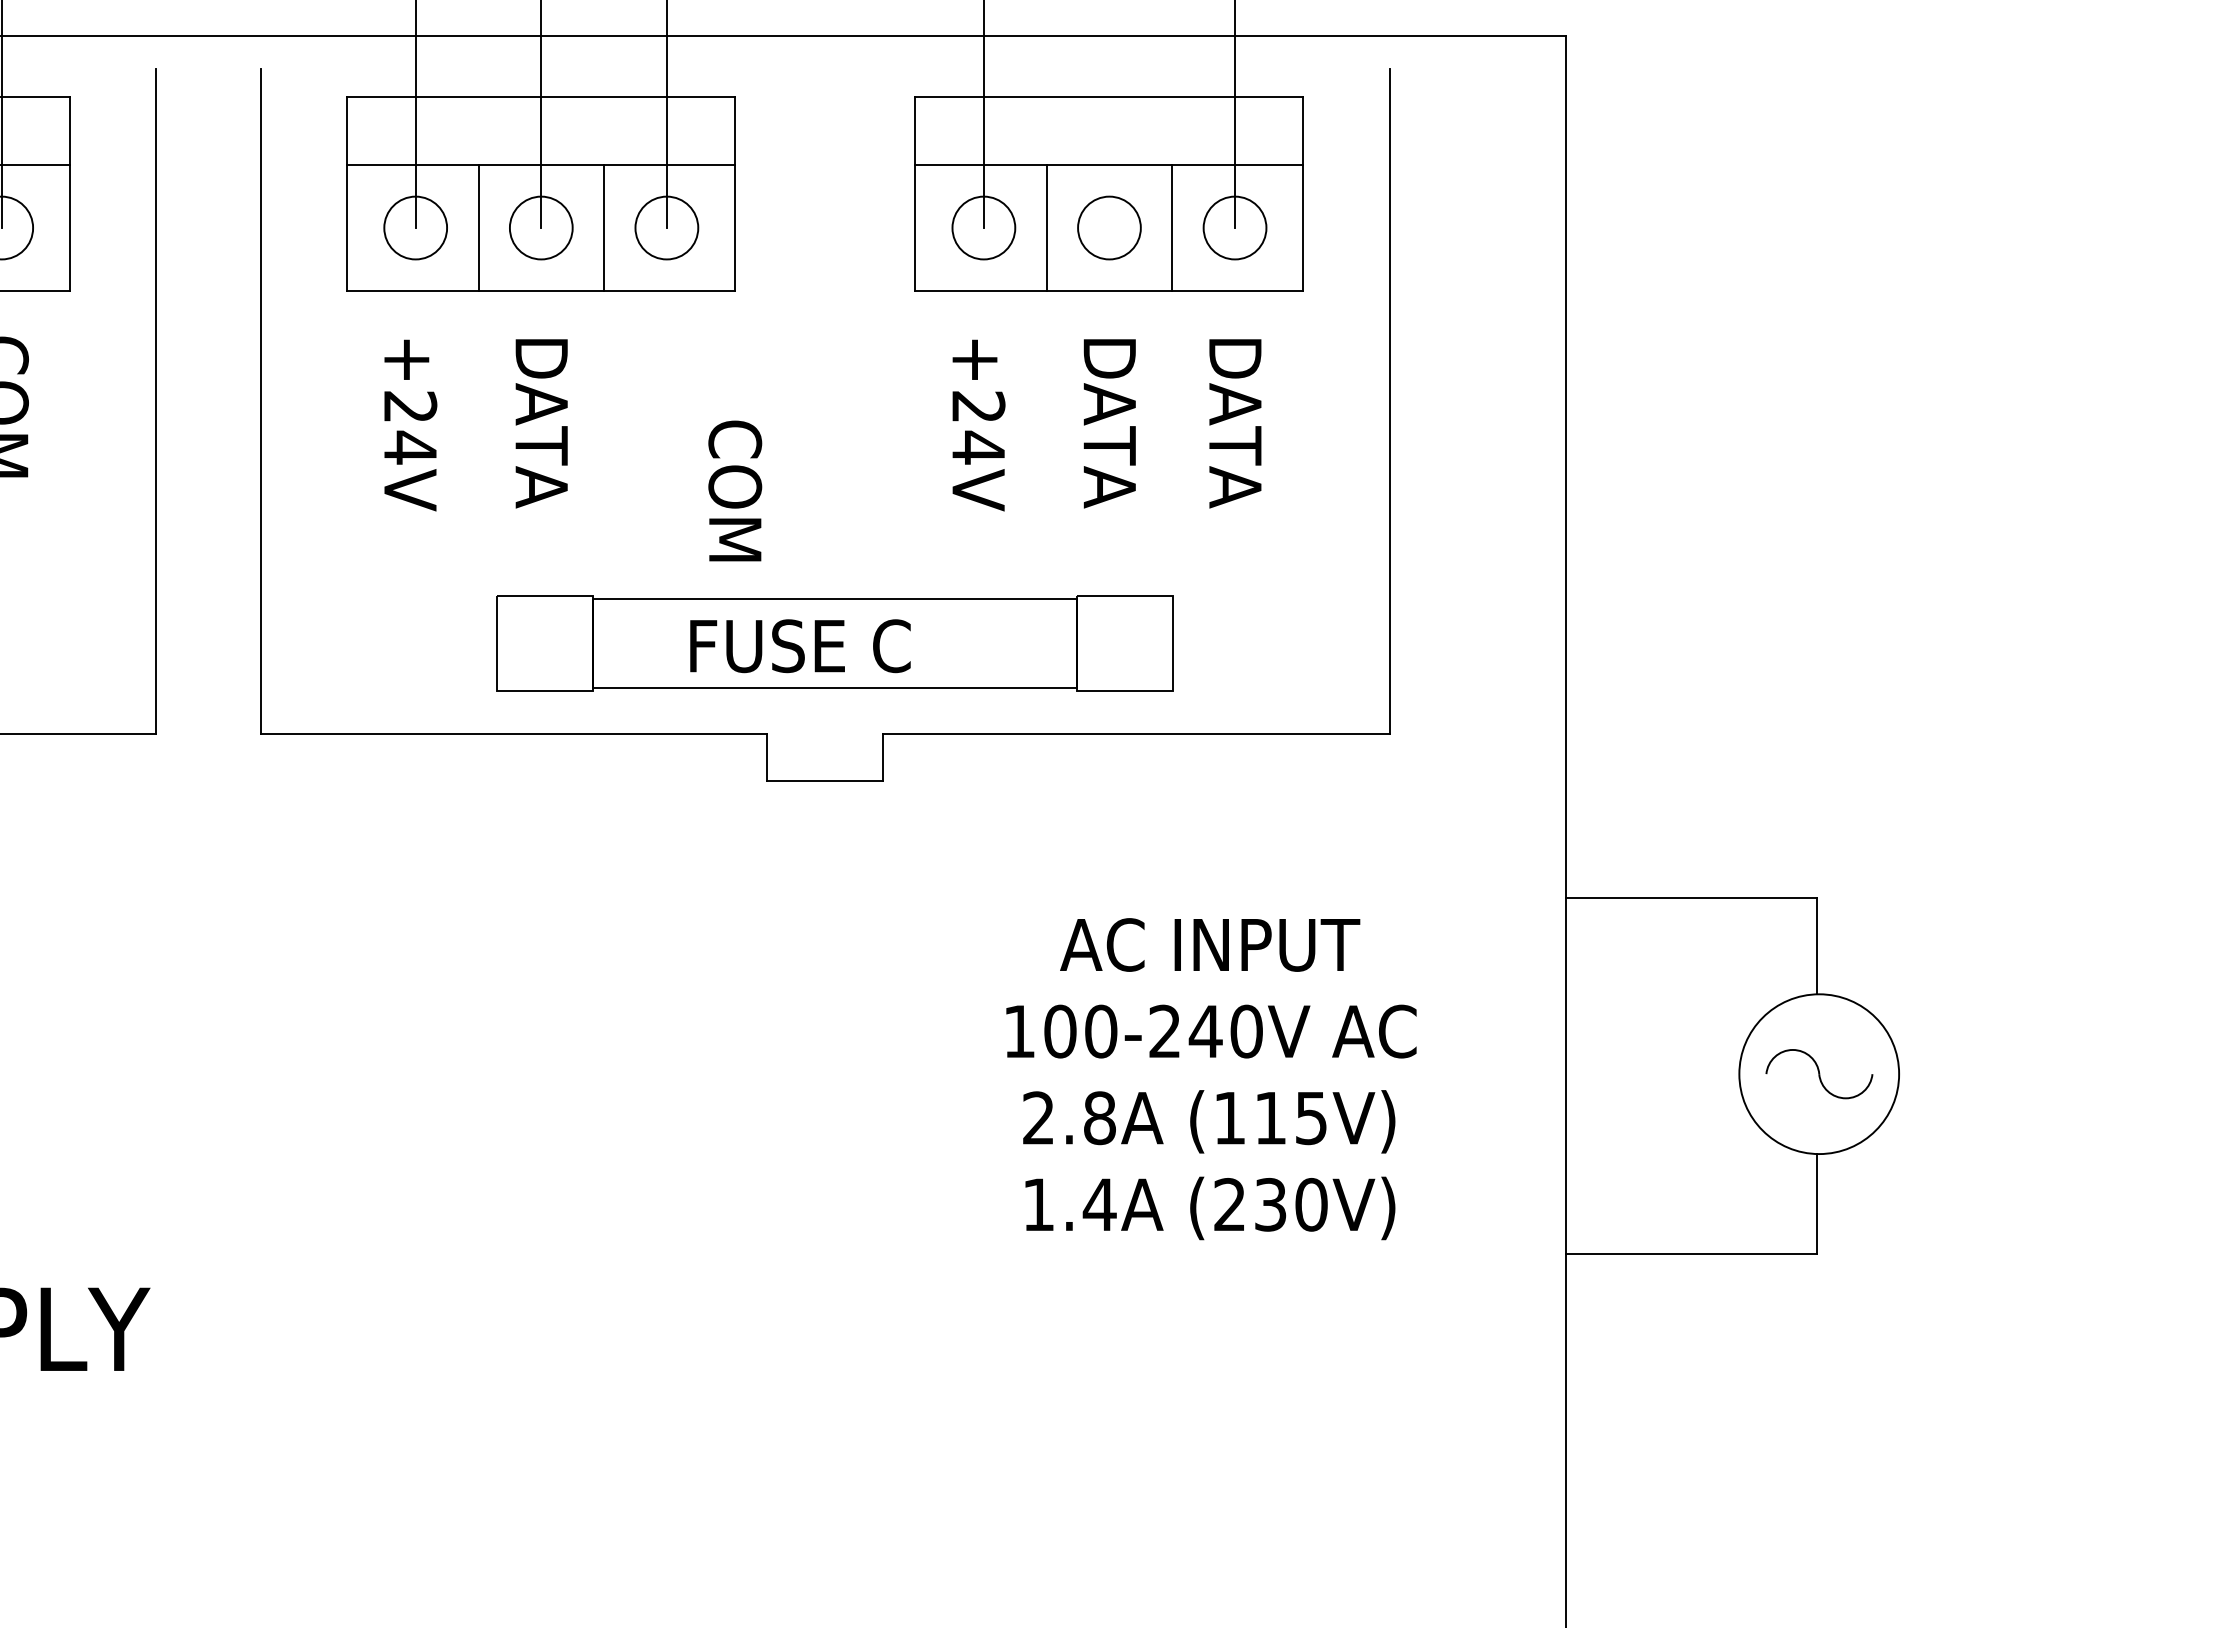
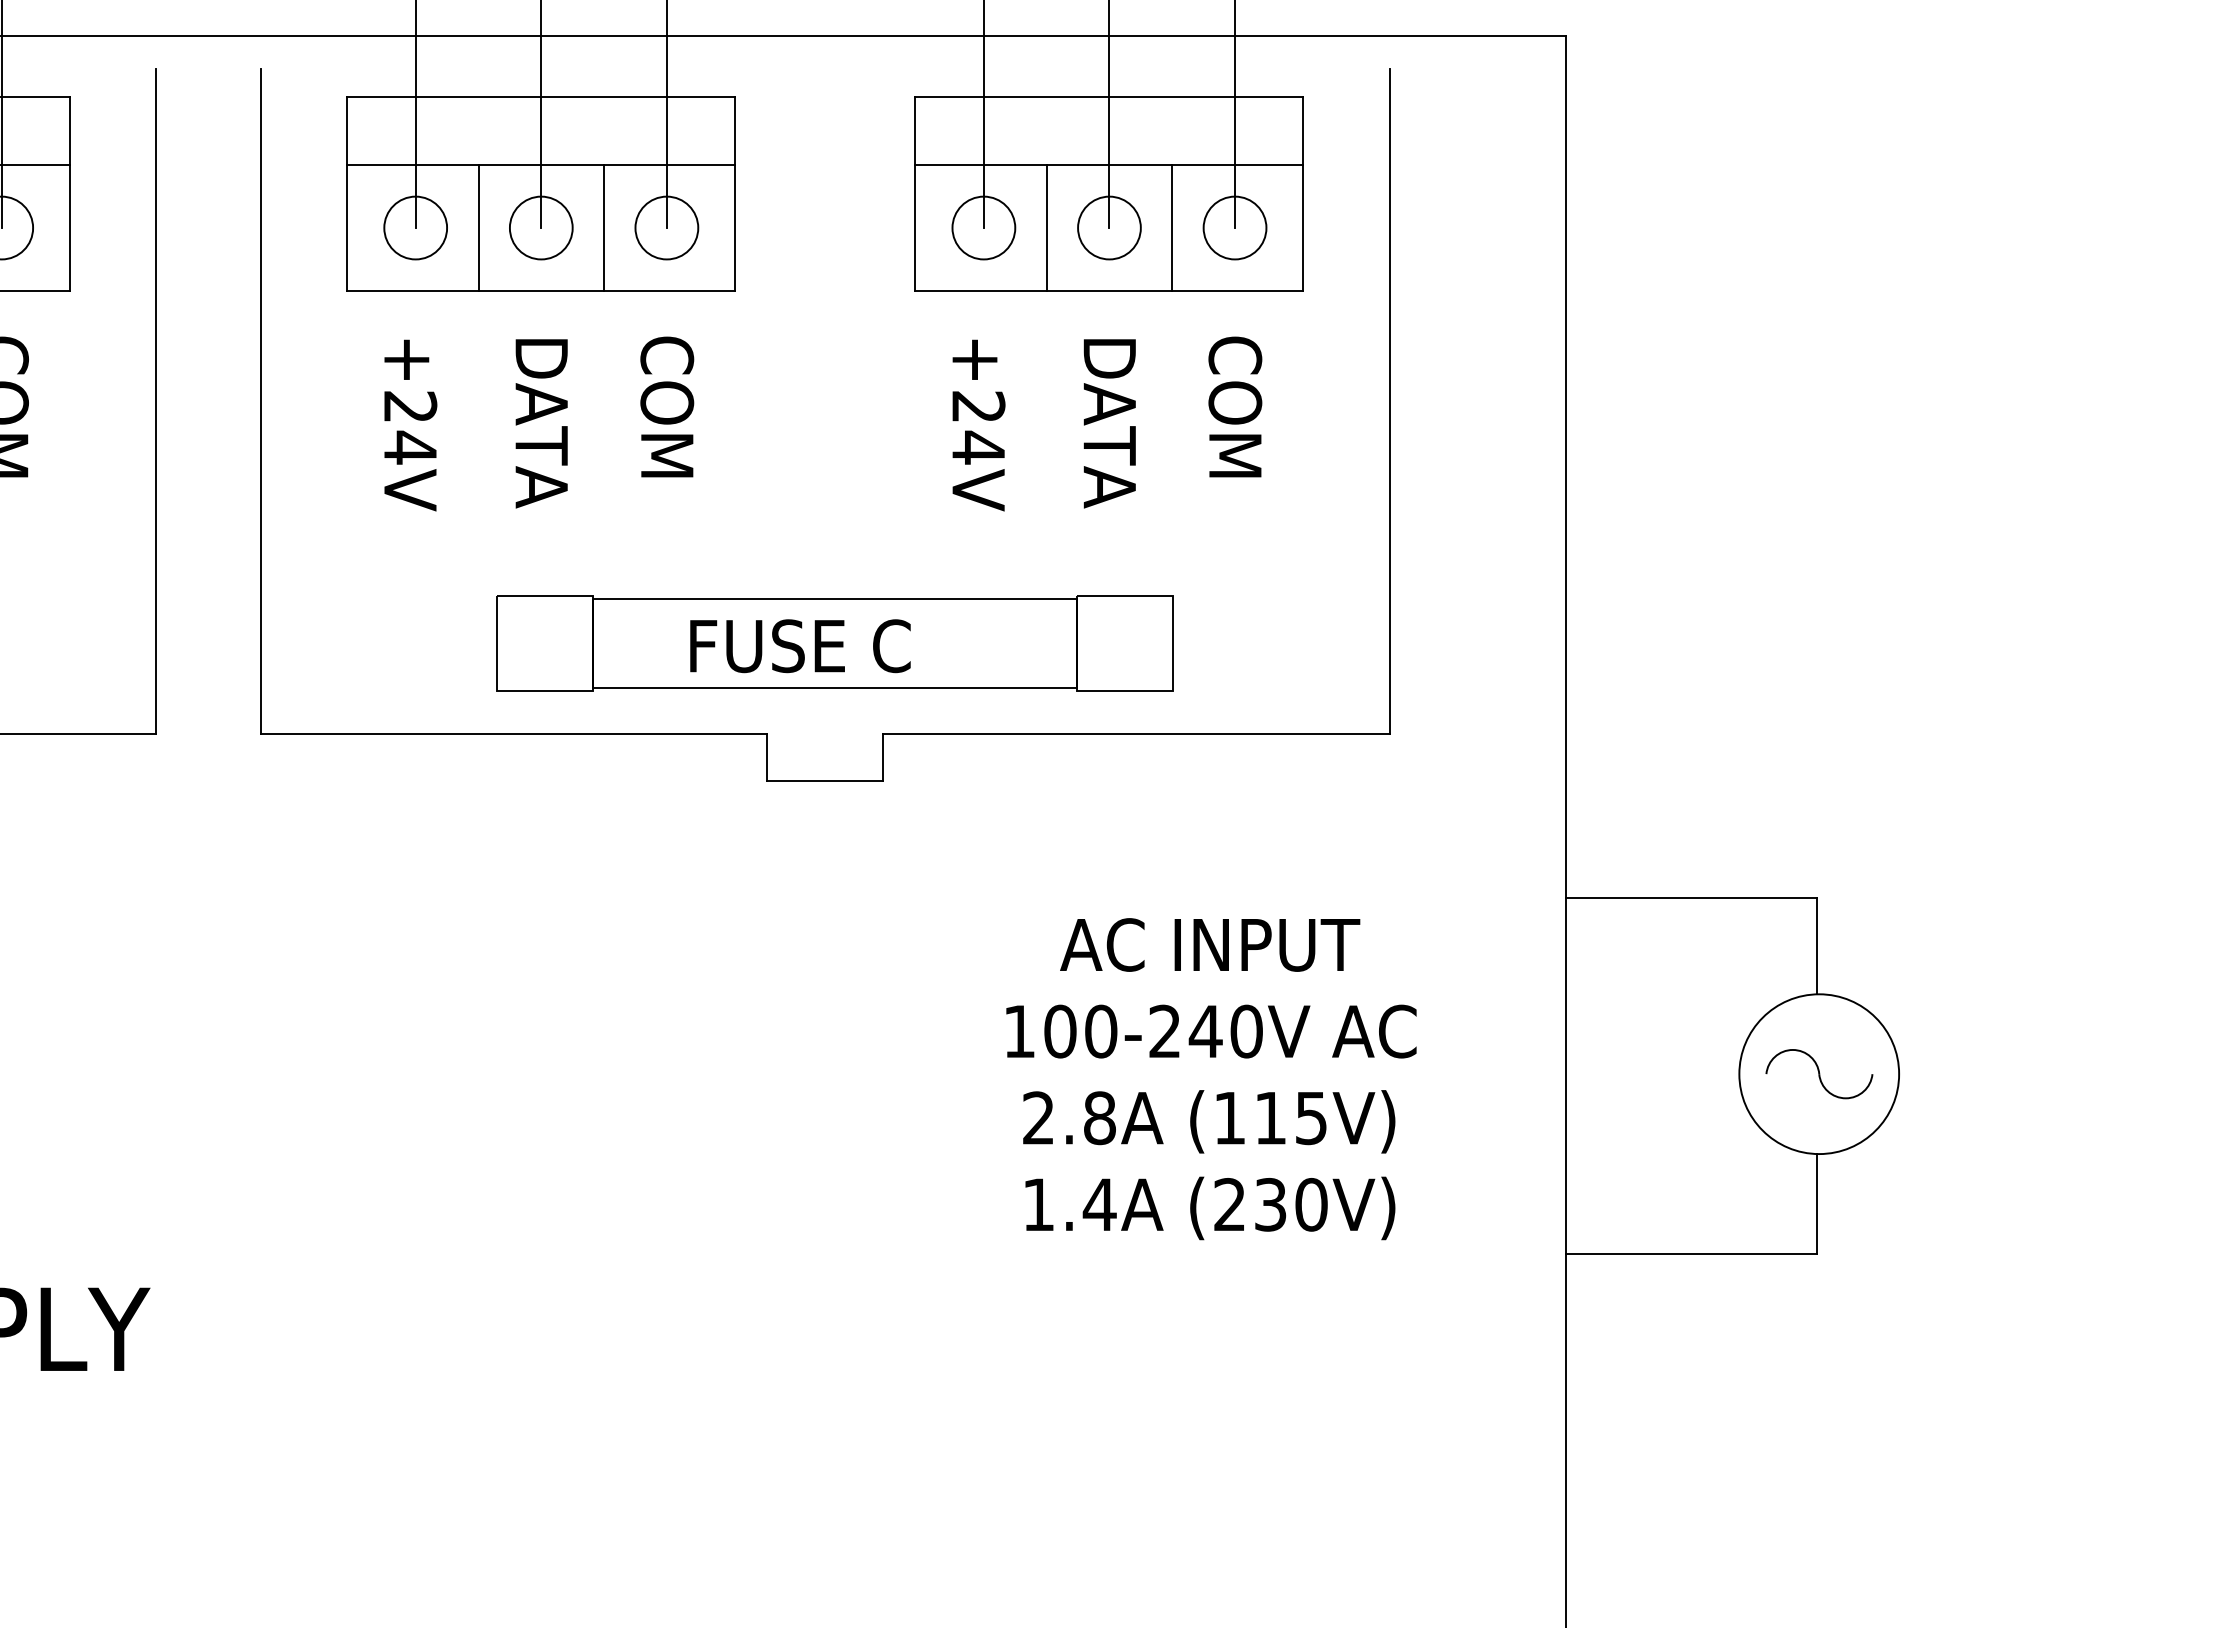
line at (1109, 115): none -> present
text at (1235, 422): DATA -> COM
text at (735, 490) position: (735, 490) -> (667, 406)
